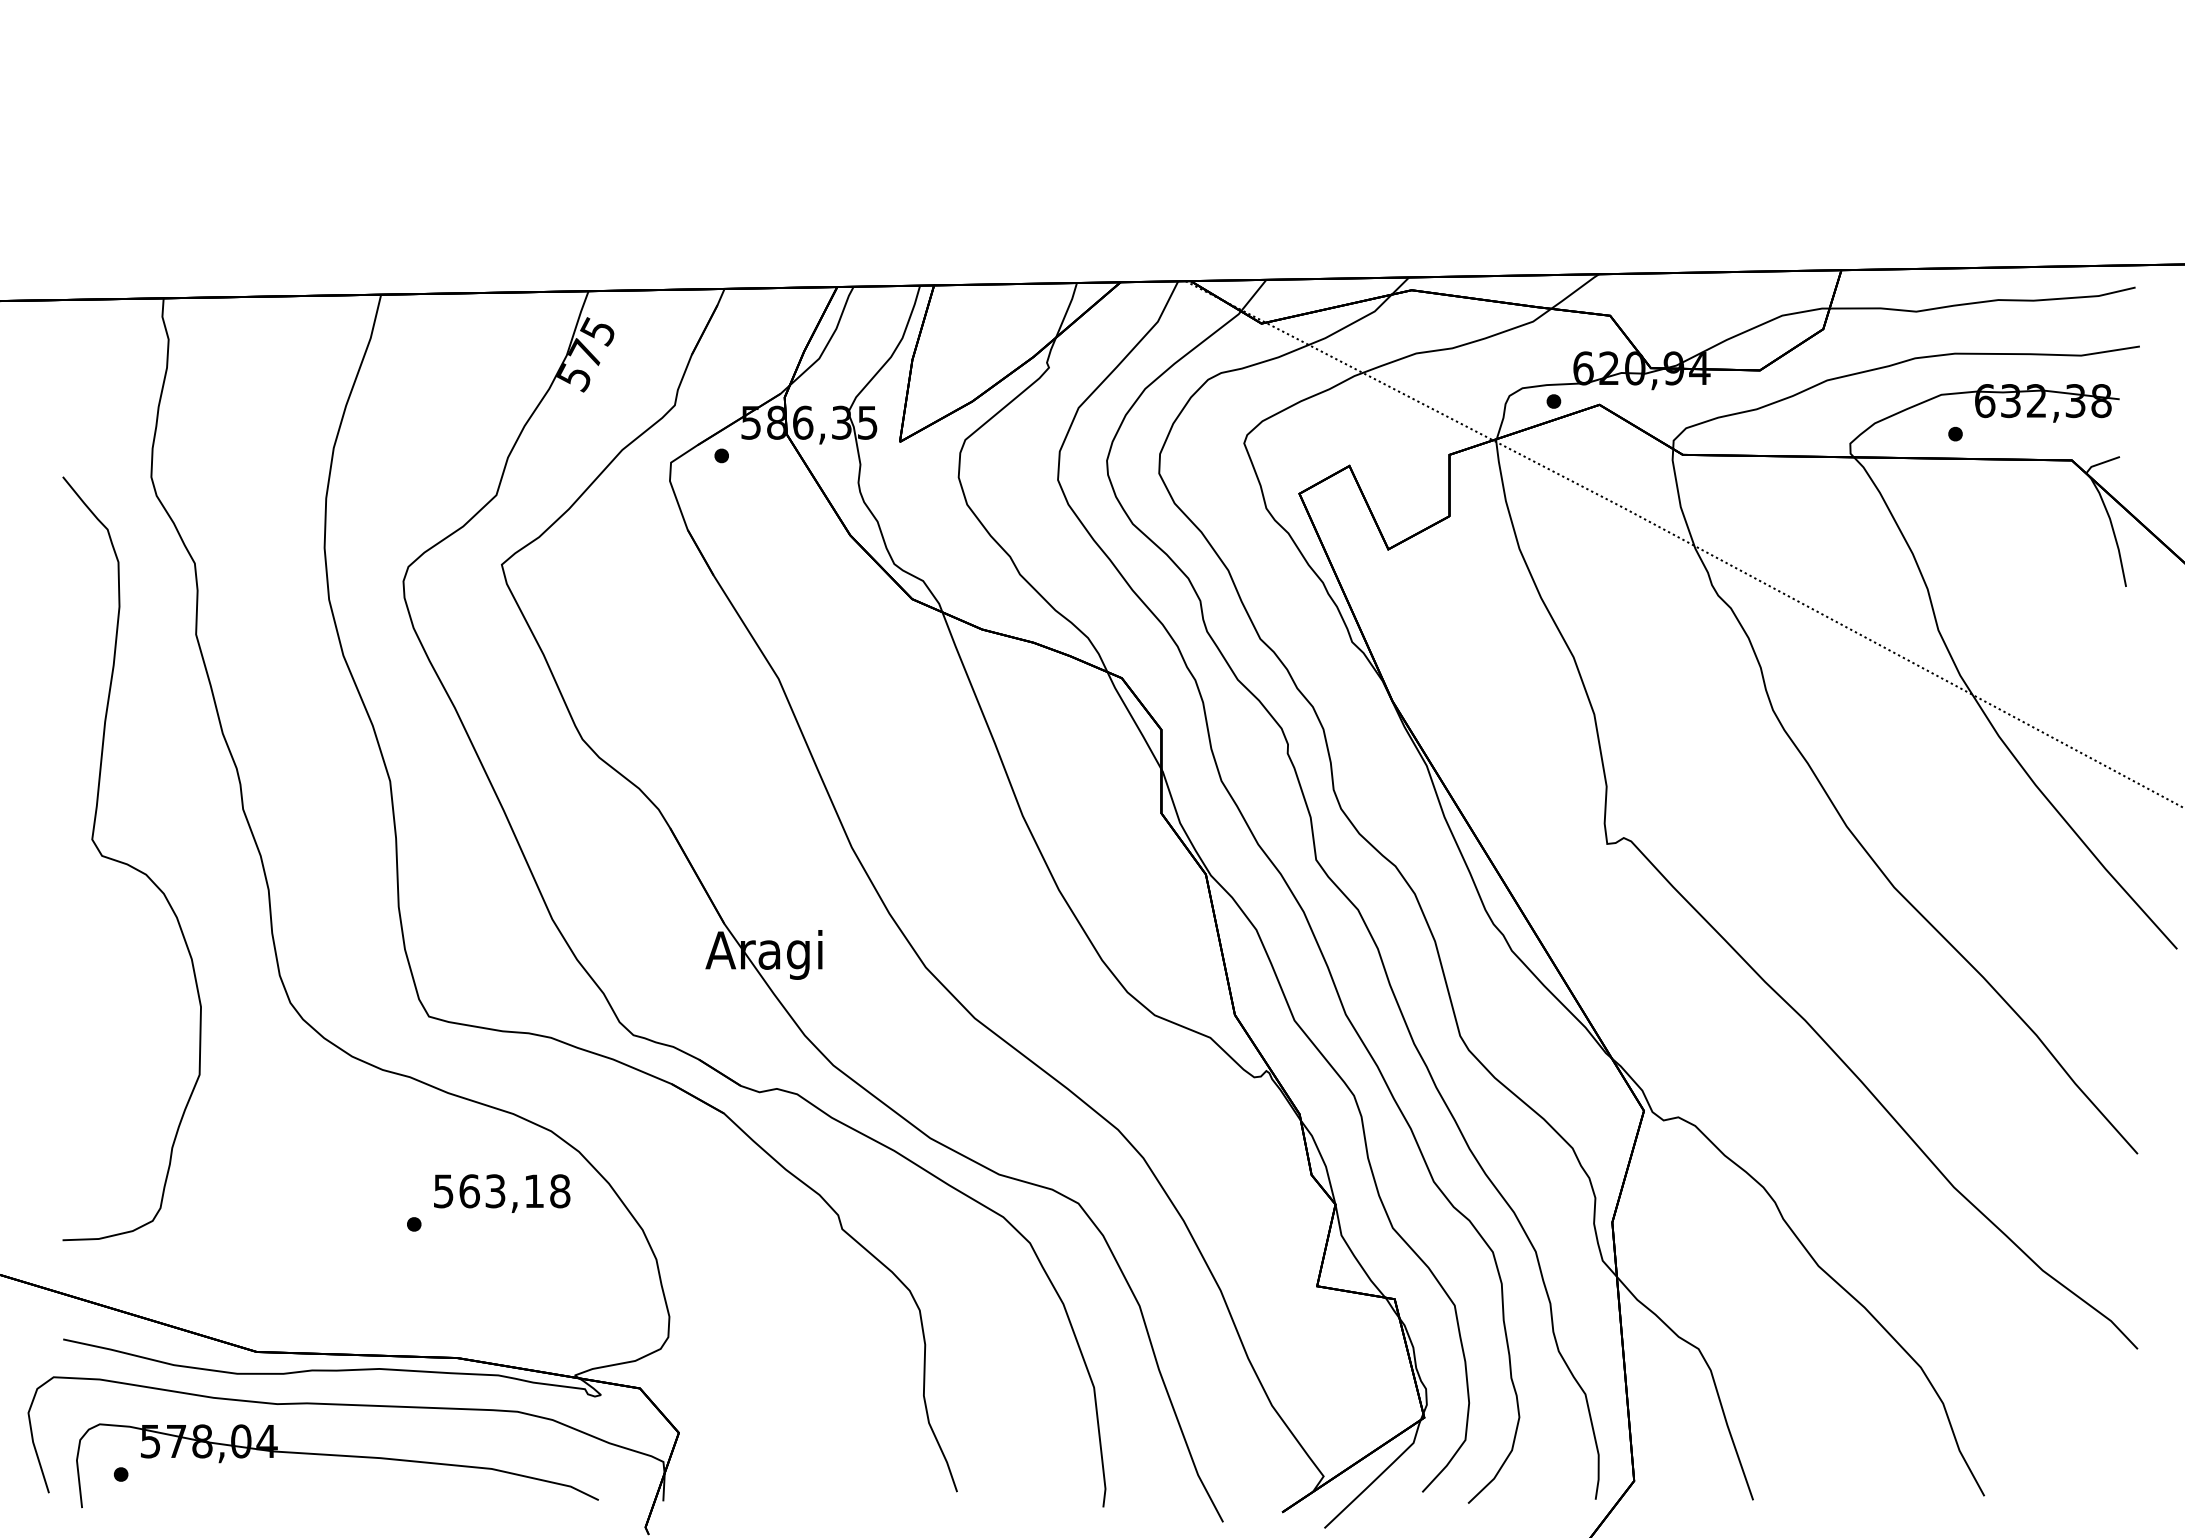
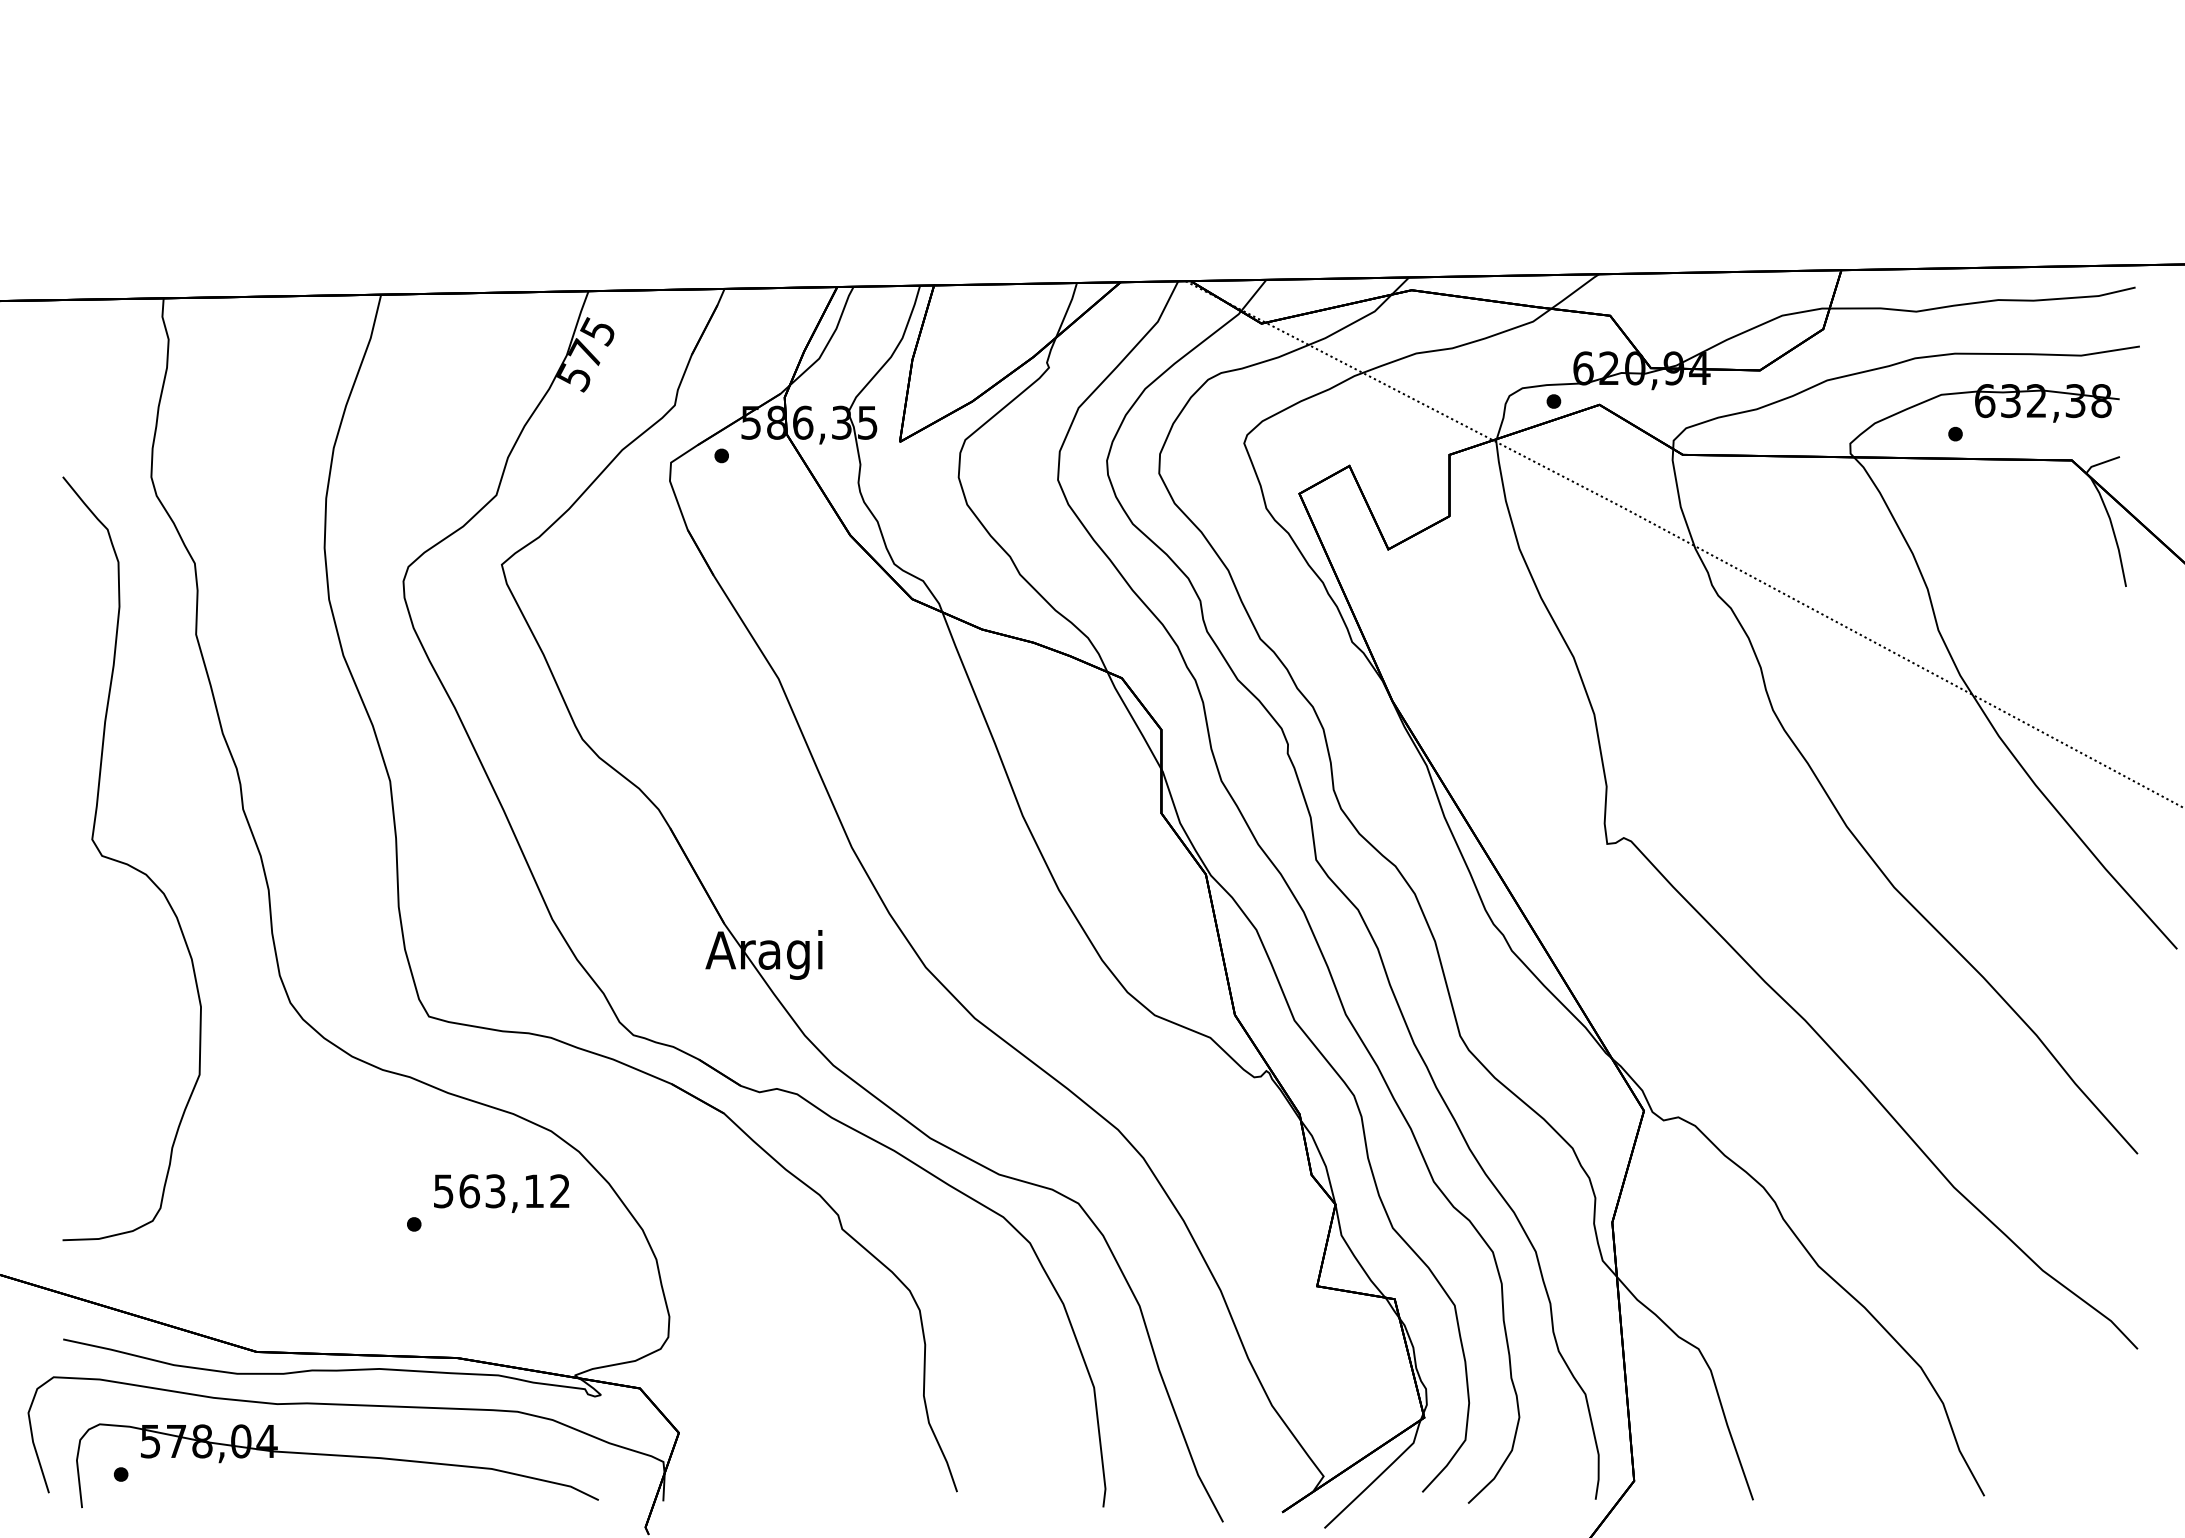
text at (560, 1191): 563,18 -> 563,12
